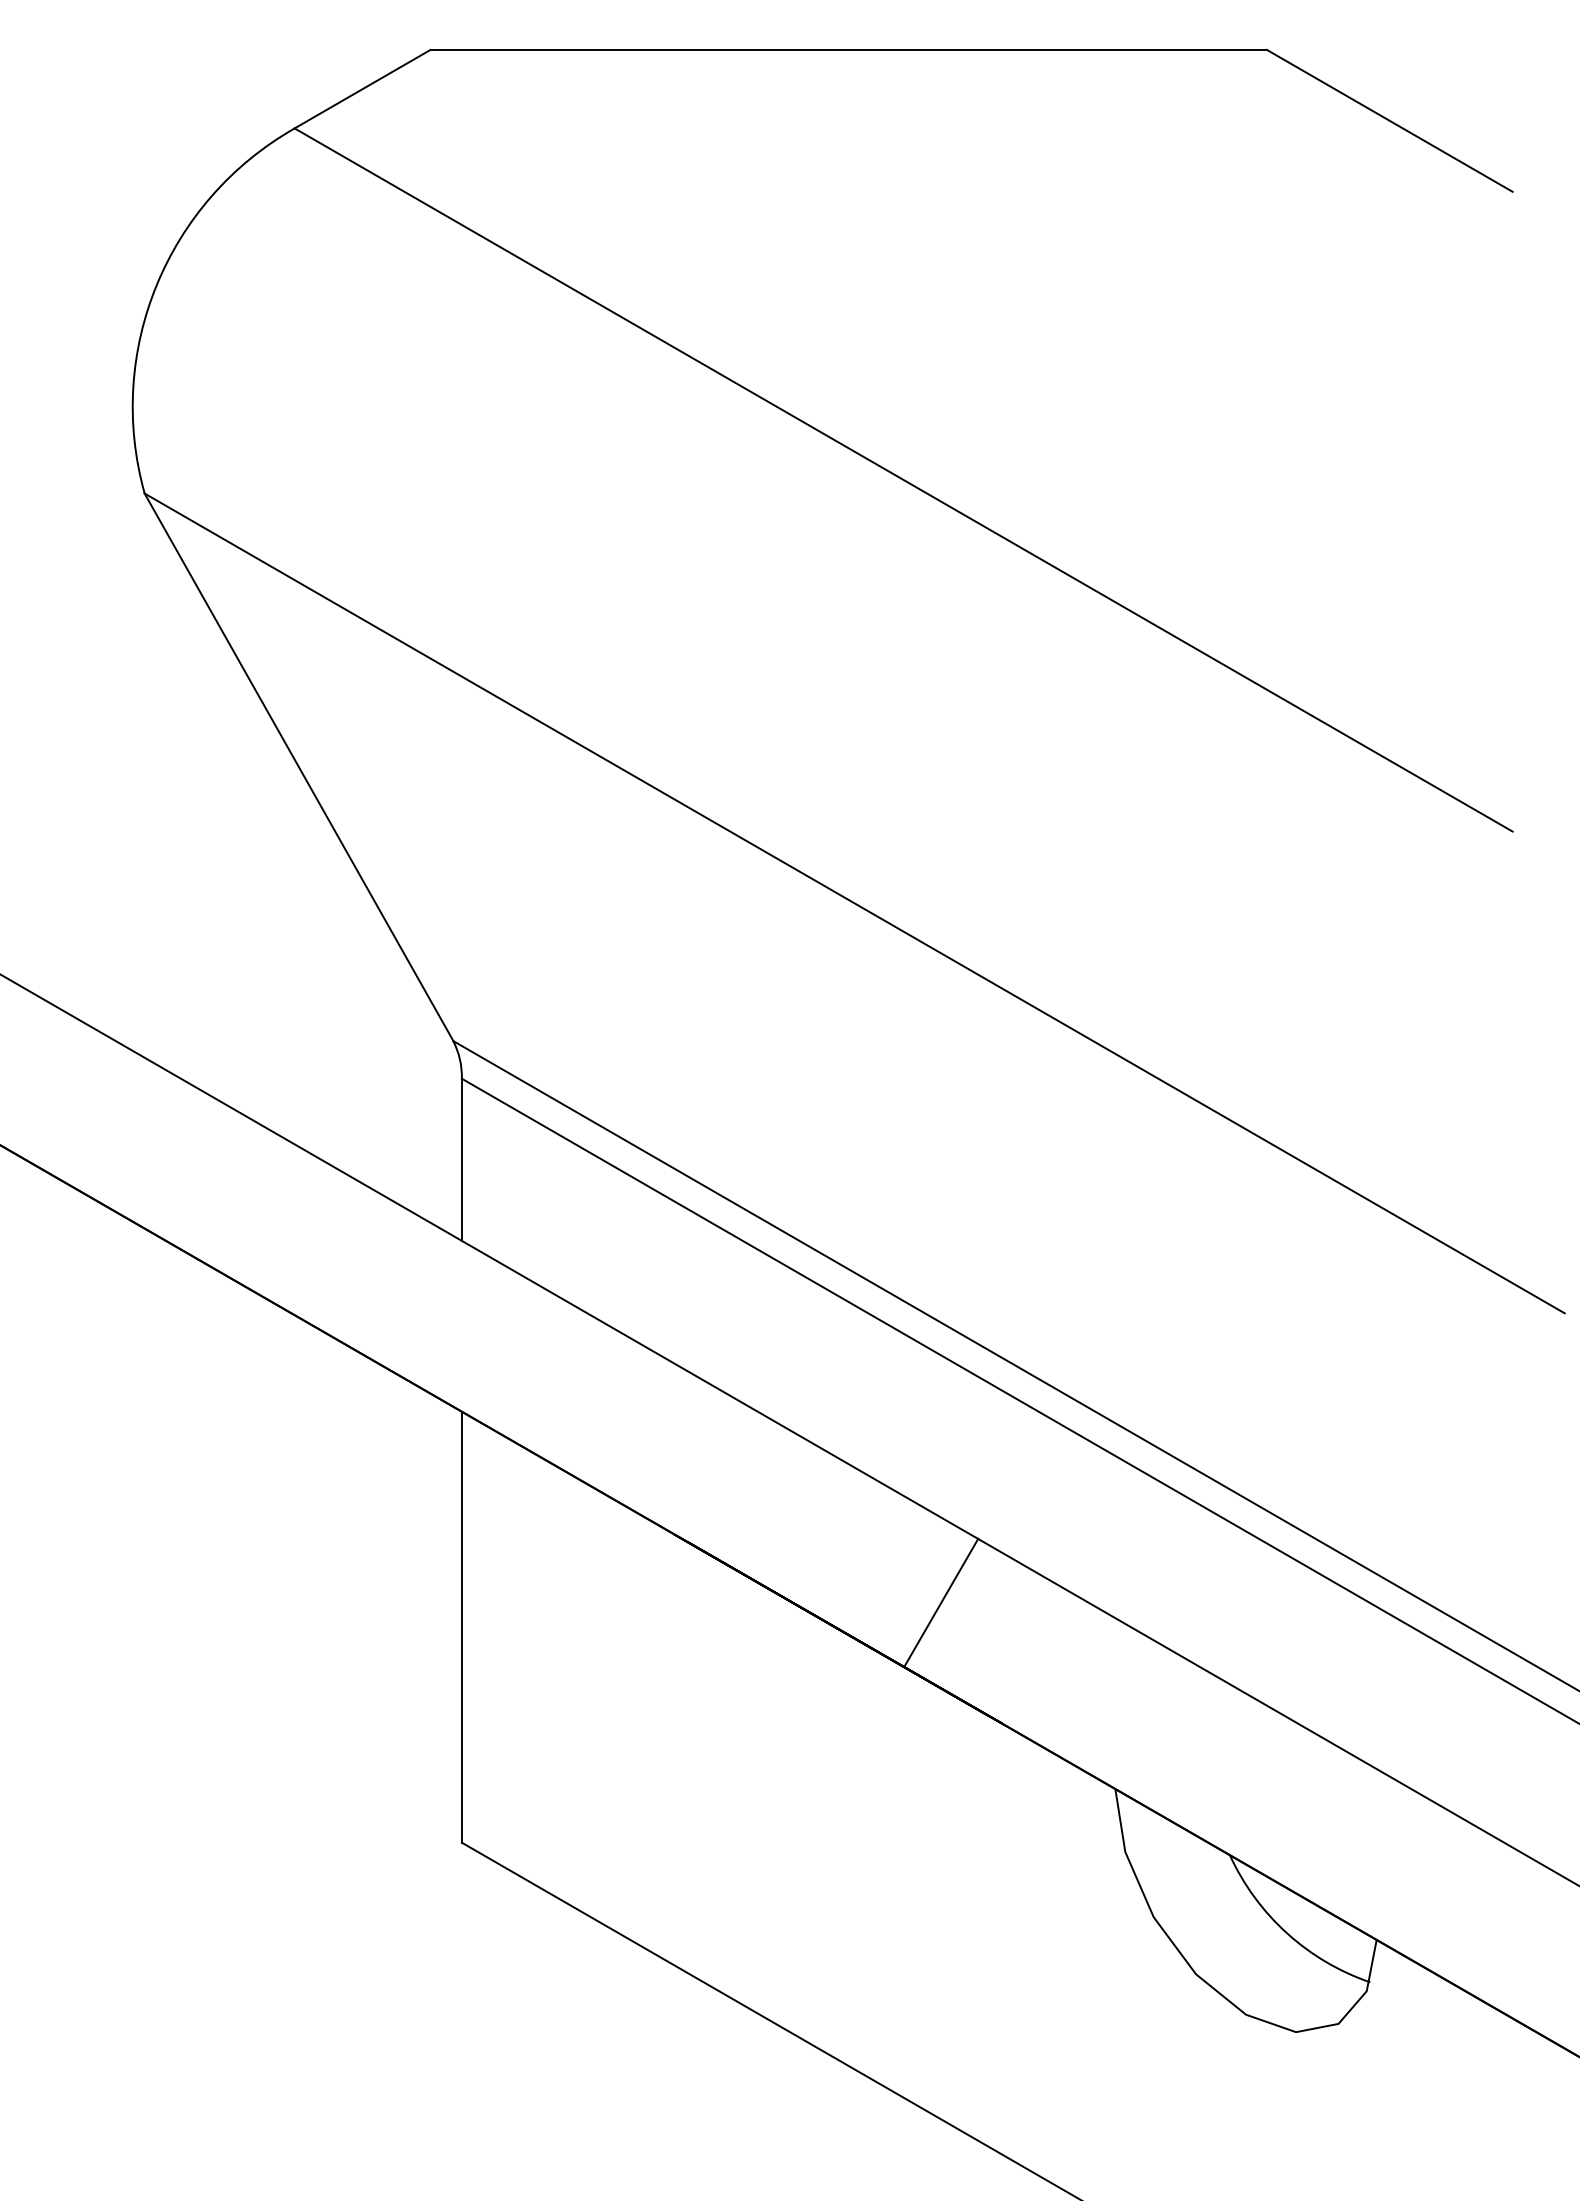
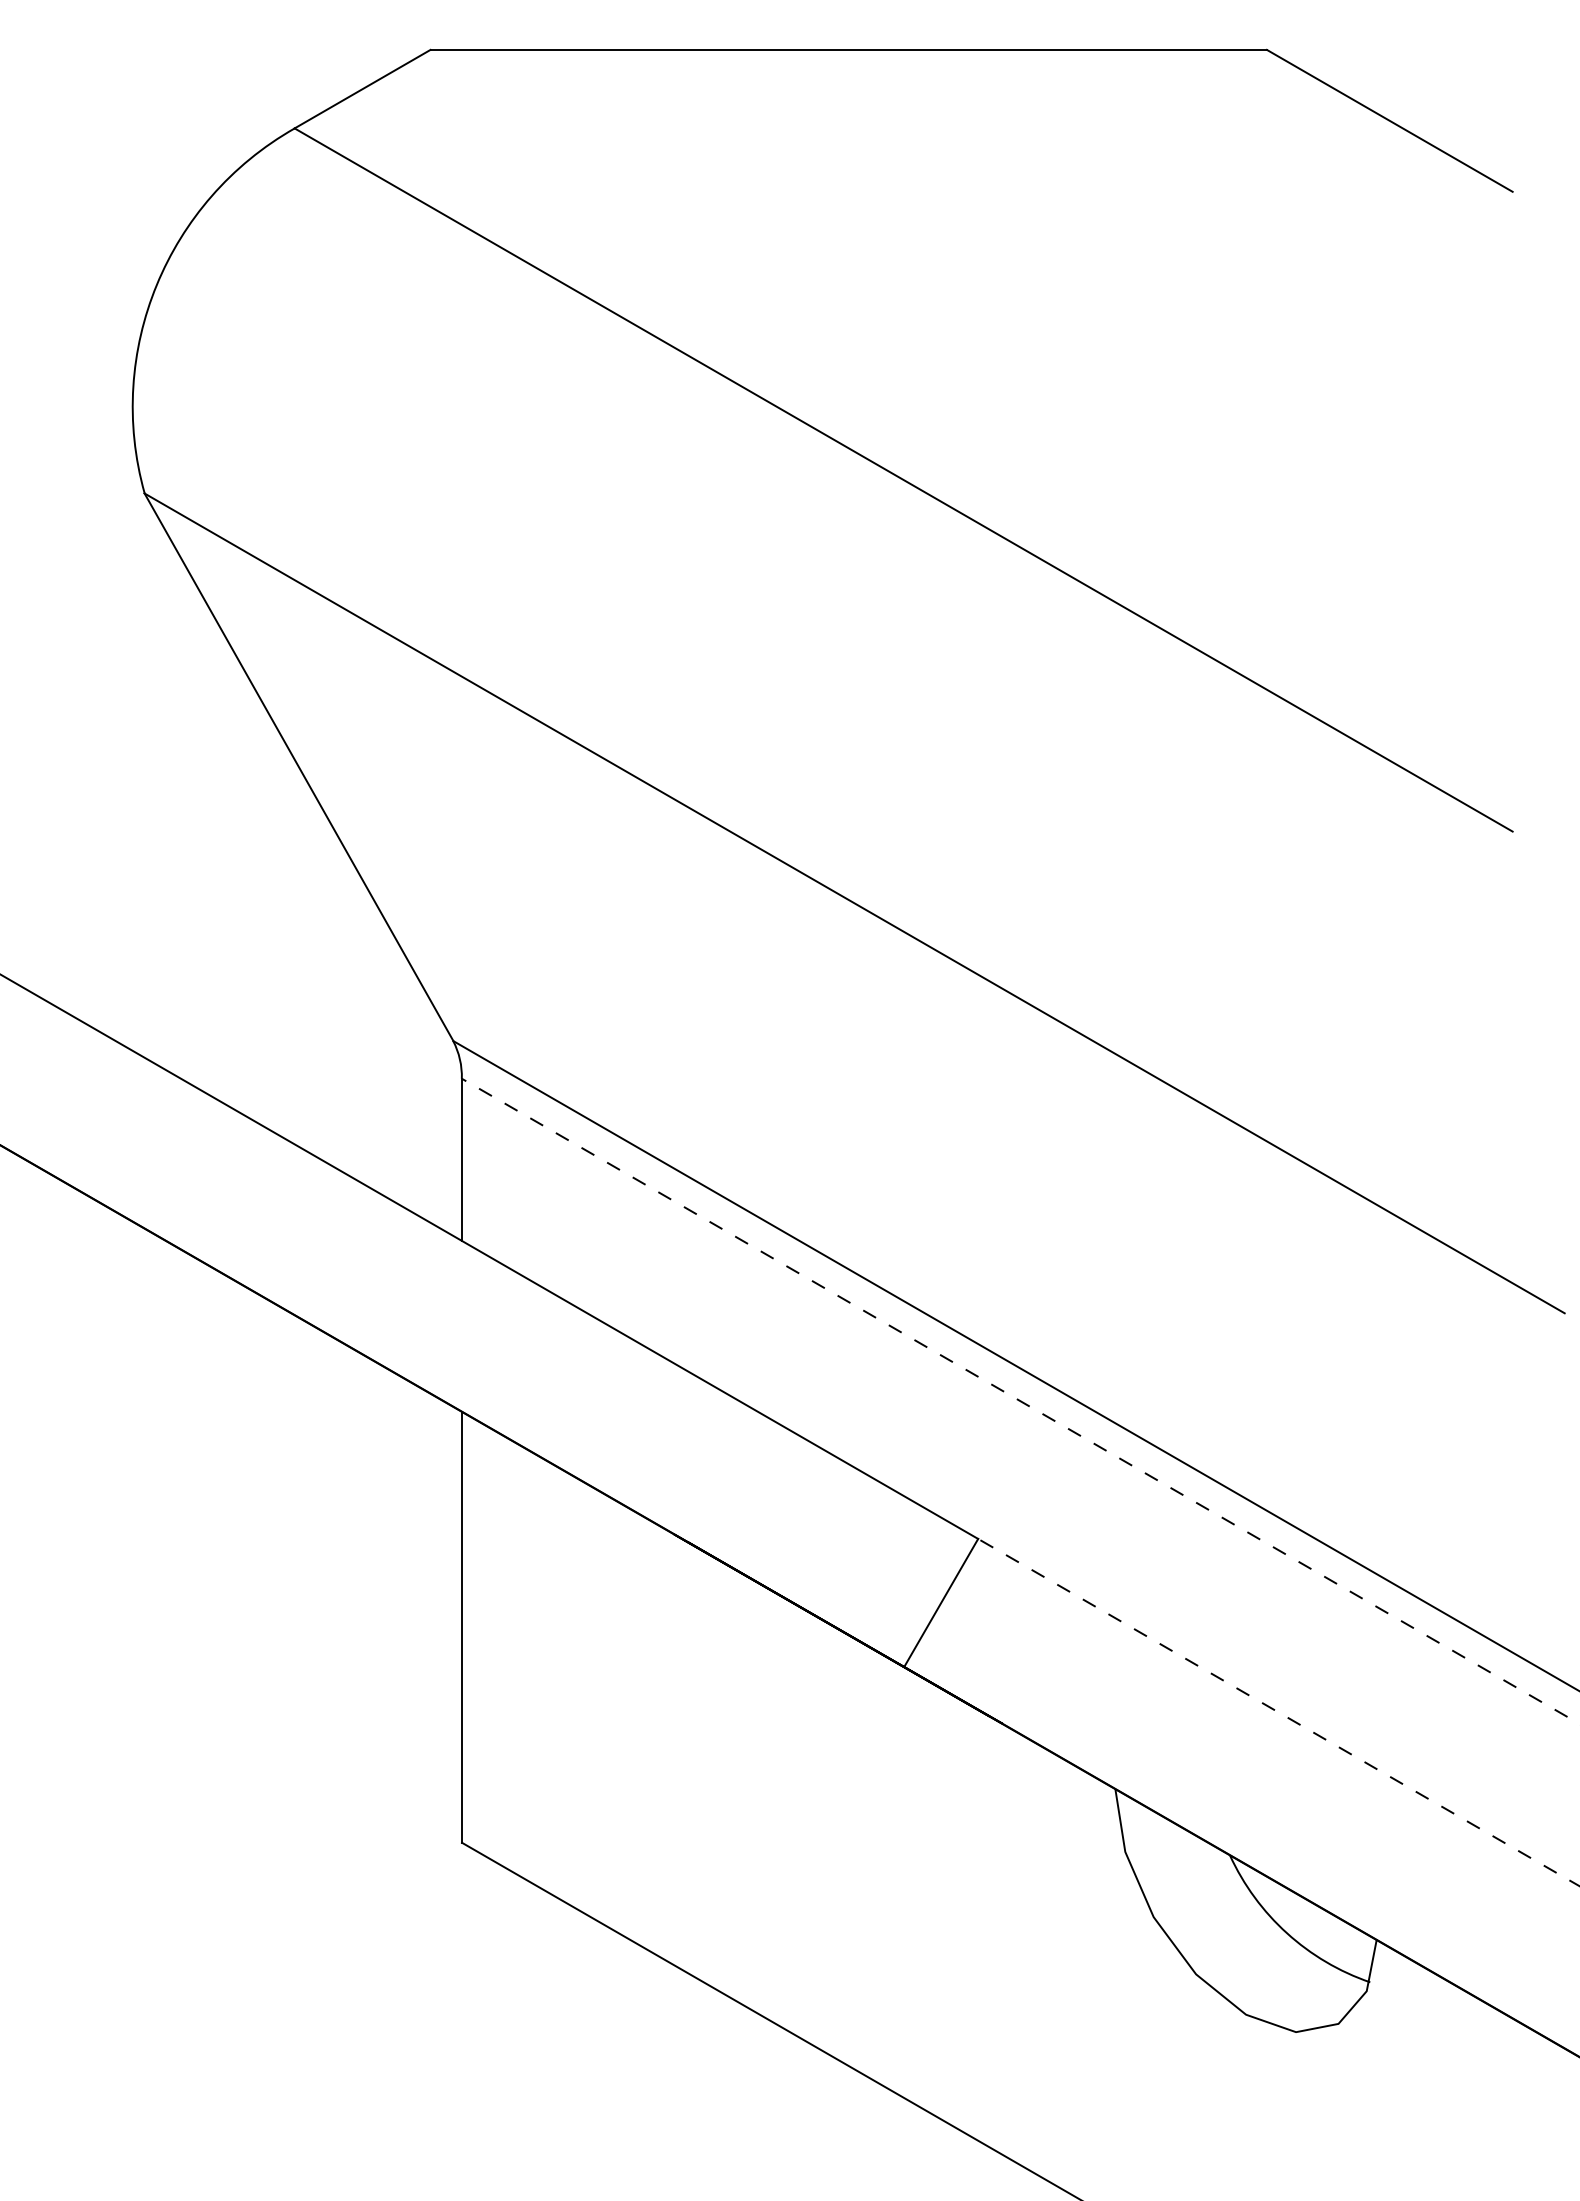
line at (1020, 1401): solid -> dashed
line at (1278, 1712): solid -> dashed
